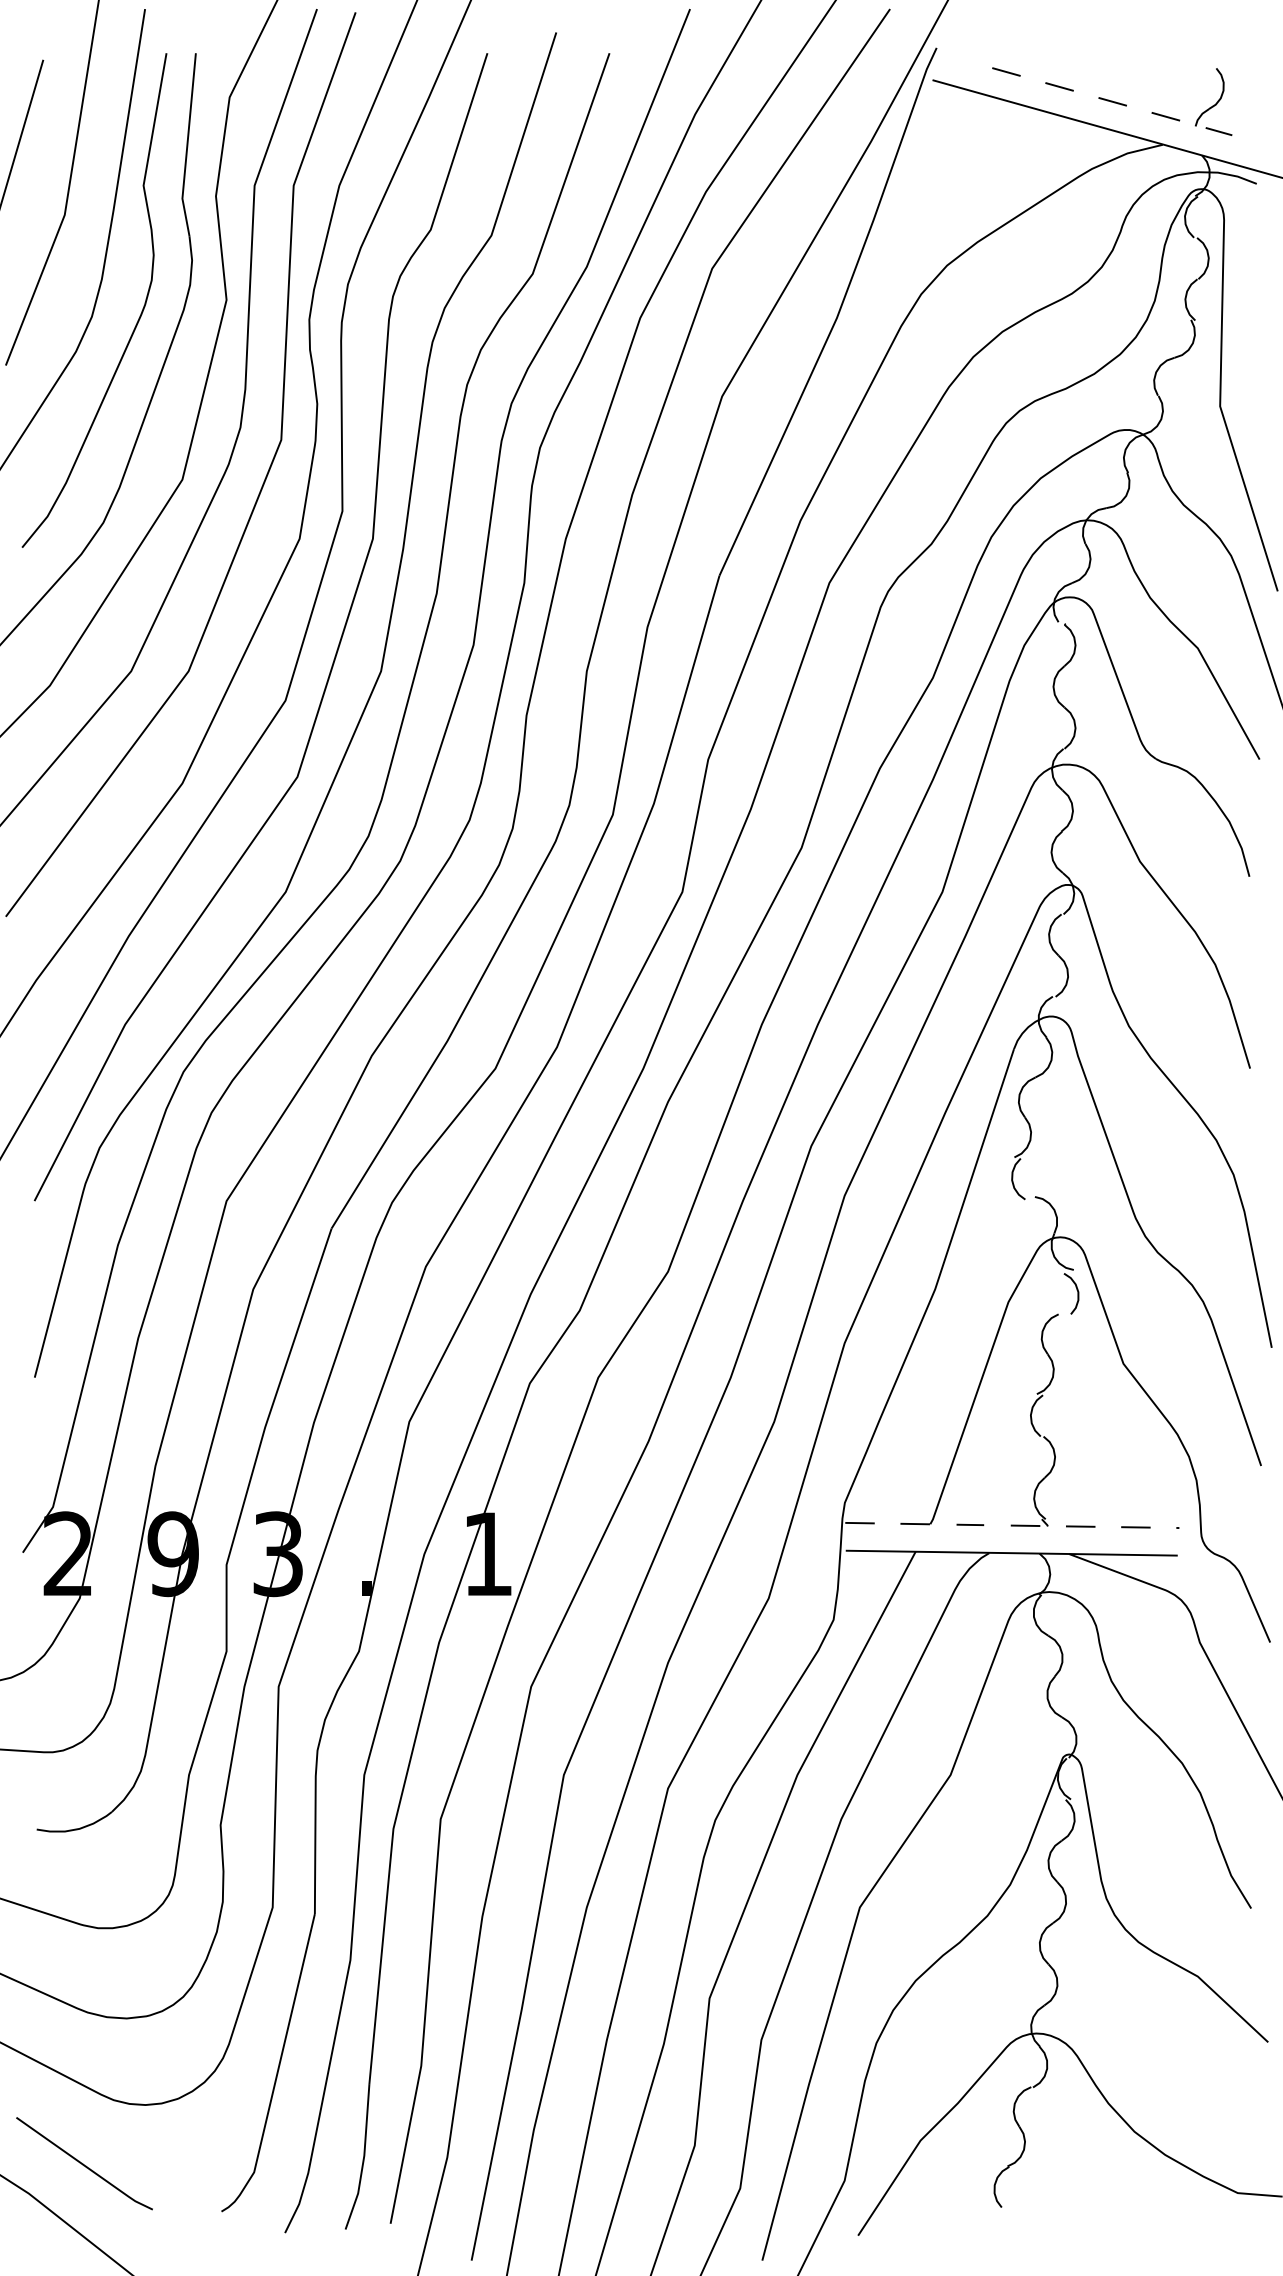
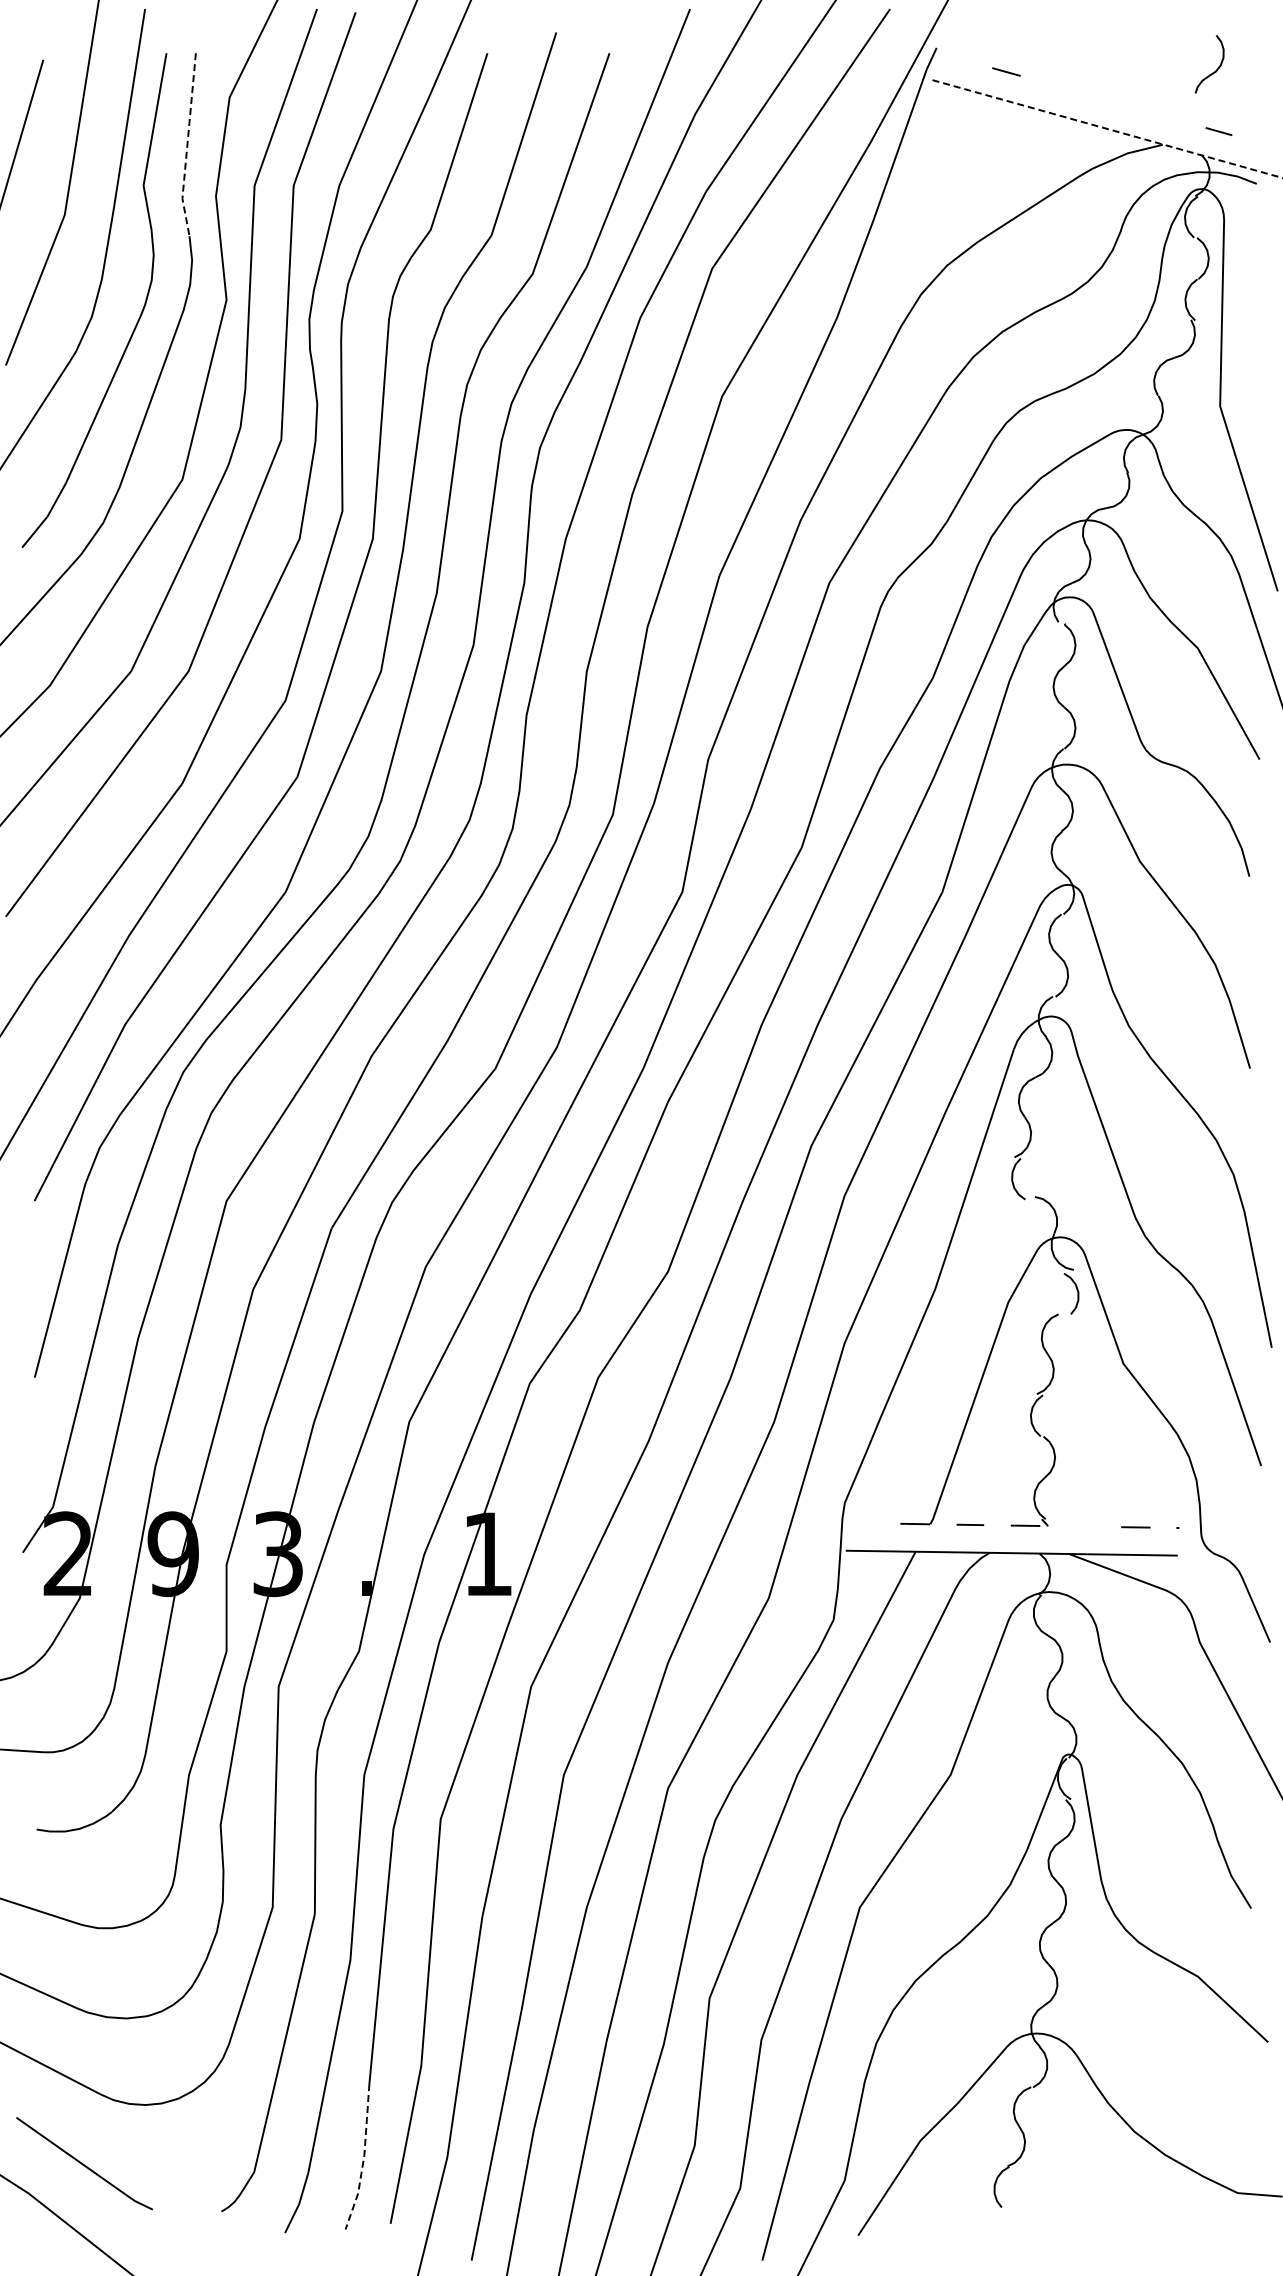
line at (1059, 86): present -> none
line at (1112, 101): present -> none
part at (1215, 103) position: (1215, 103) -> (1215, 70)
line at (1165, 116): present -> none
line at (1109, 129): solid -> dashed
line at (187, 146): solid -> dashed
line at (859, 1522): present -> none
line at (1080, 1526): present -> none
line at (363, 2158): solid -> dashed
